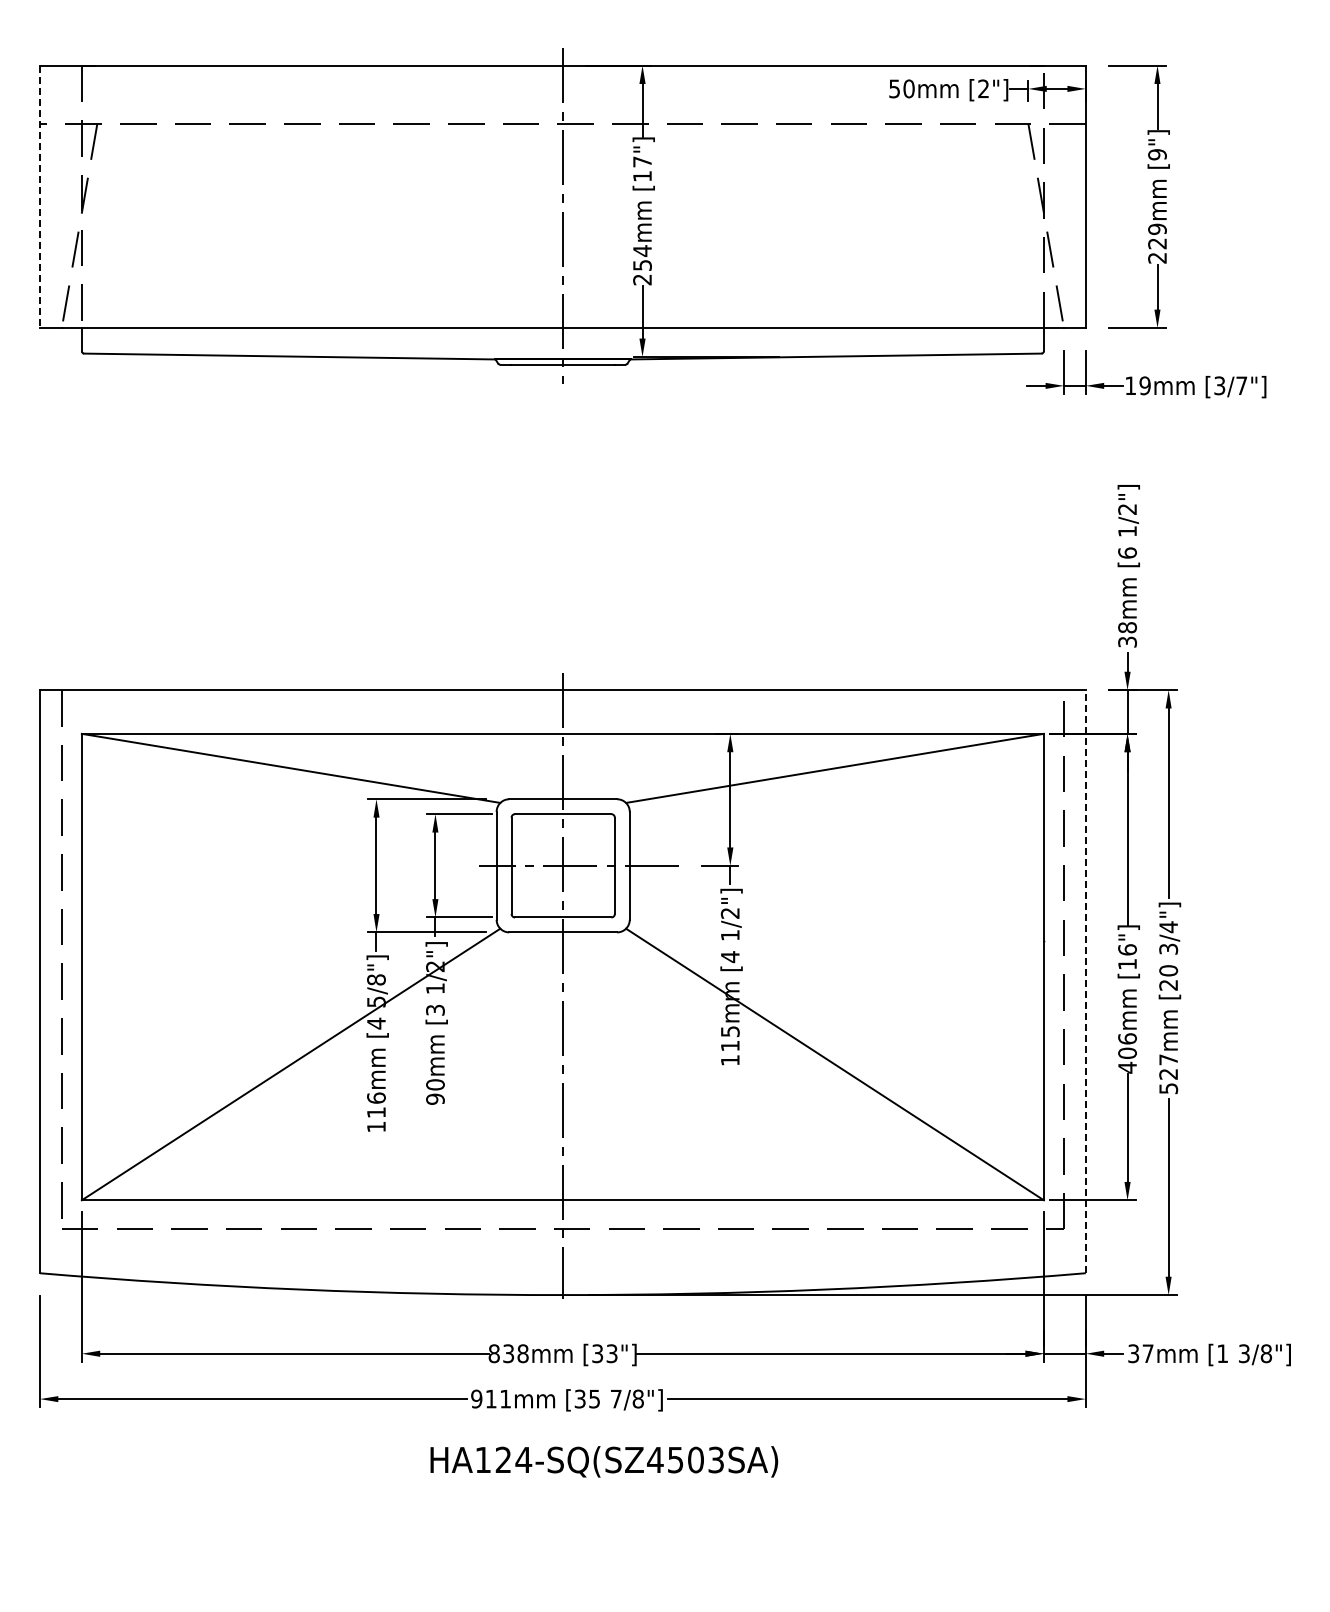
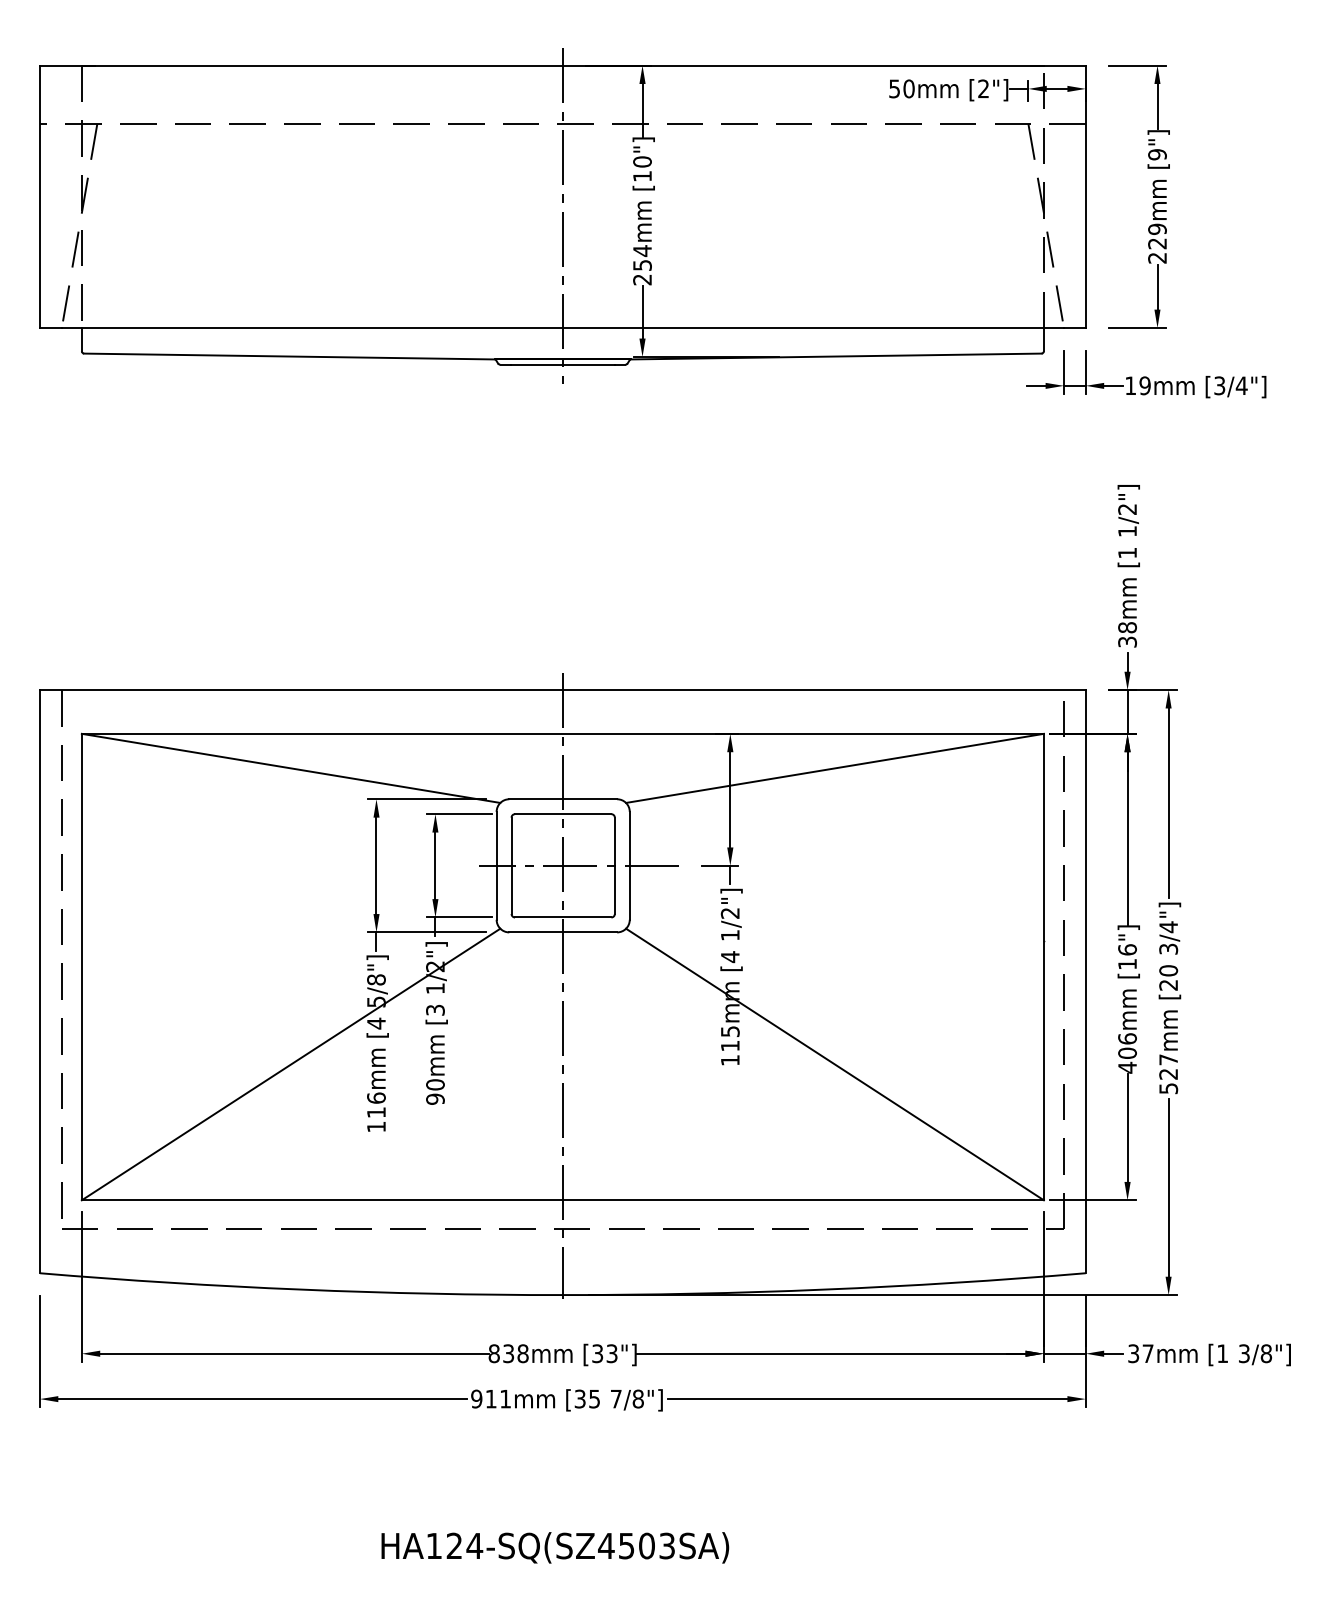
text at (642, 161): [17"] -> [10"]
line at (39, 197): dashed -> solid
text at (1241, 385): [3/7"] -> [3/4"]
text at (1127, 552): [6 -> [1
line at (1085, 981): dashed -> solid
text at (604, 1461) position: (604, 1461) -> (555, 1547)
